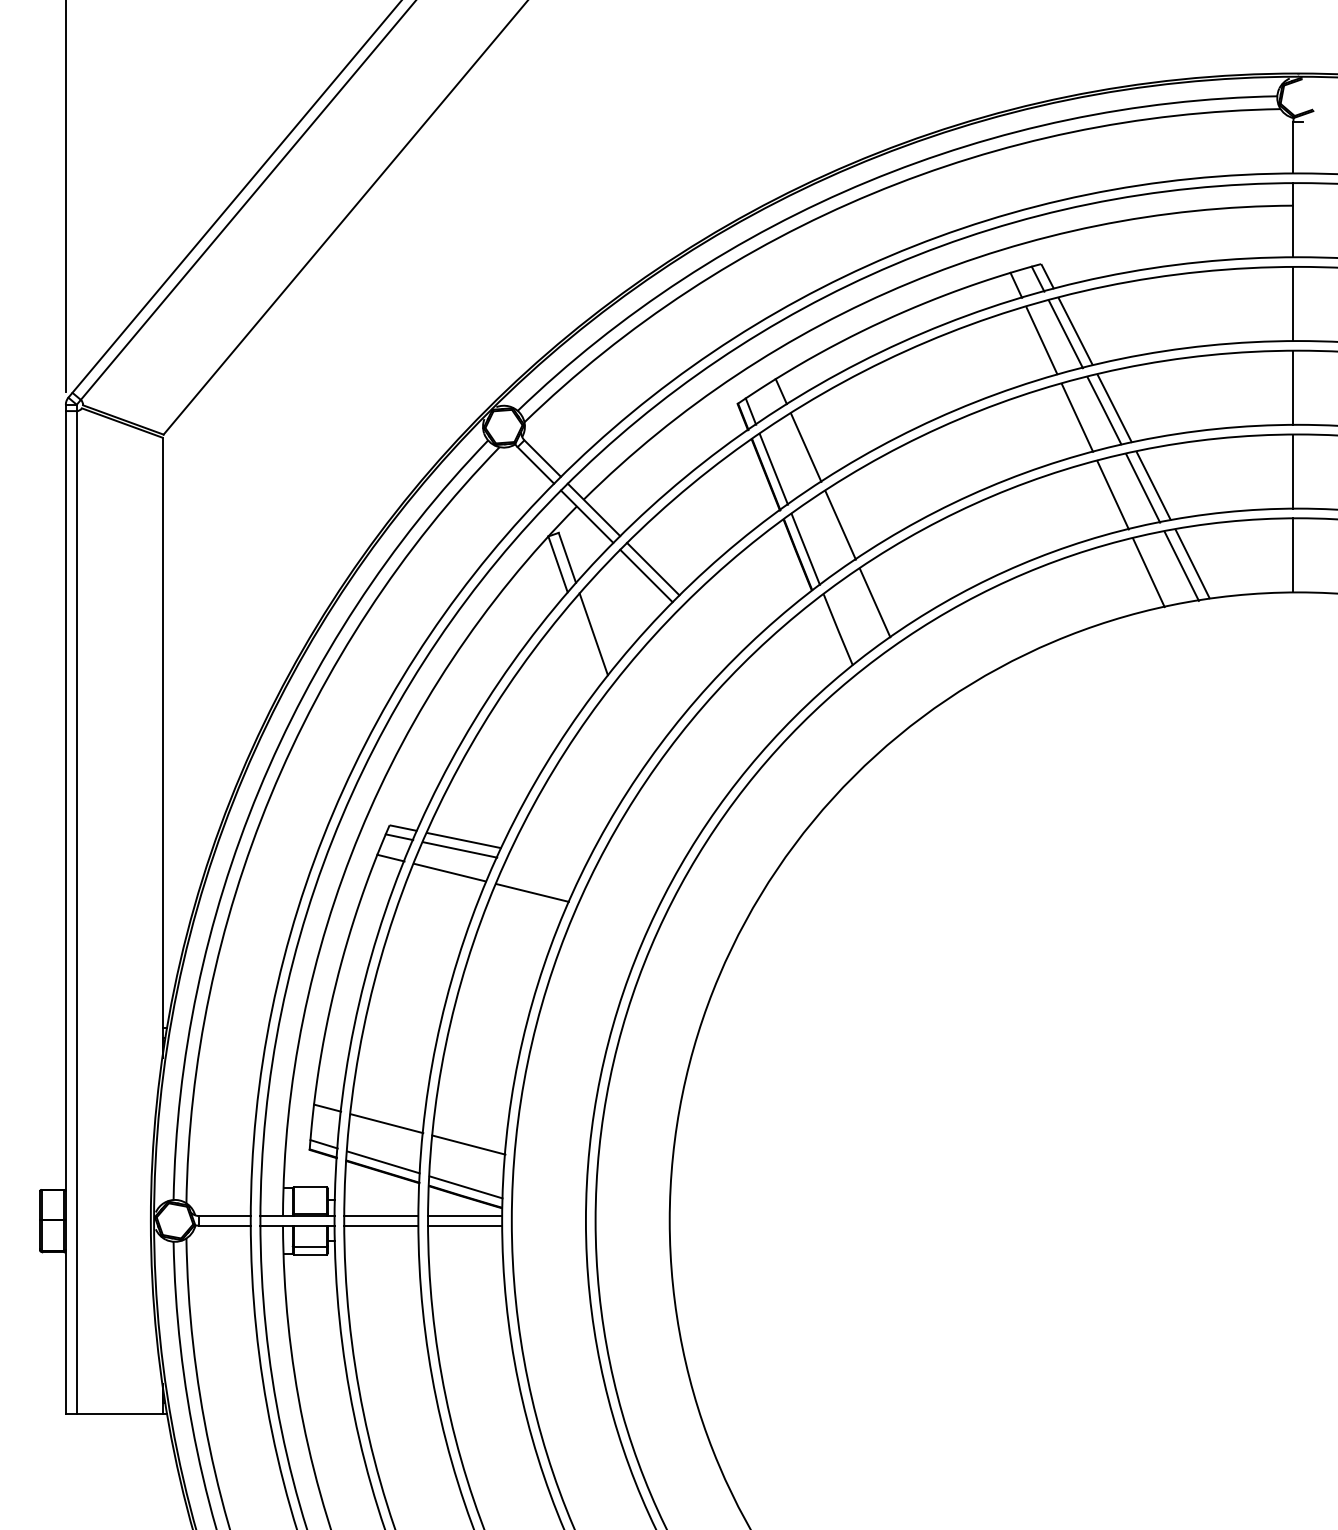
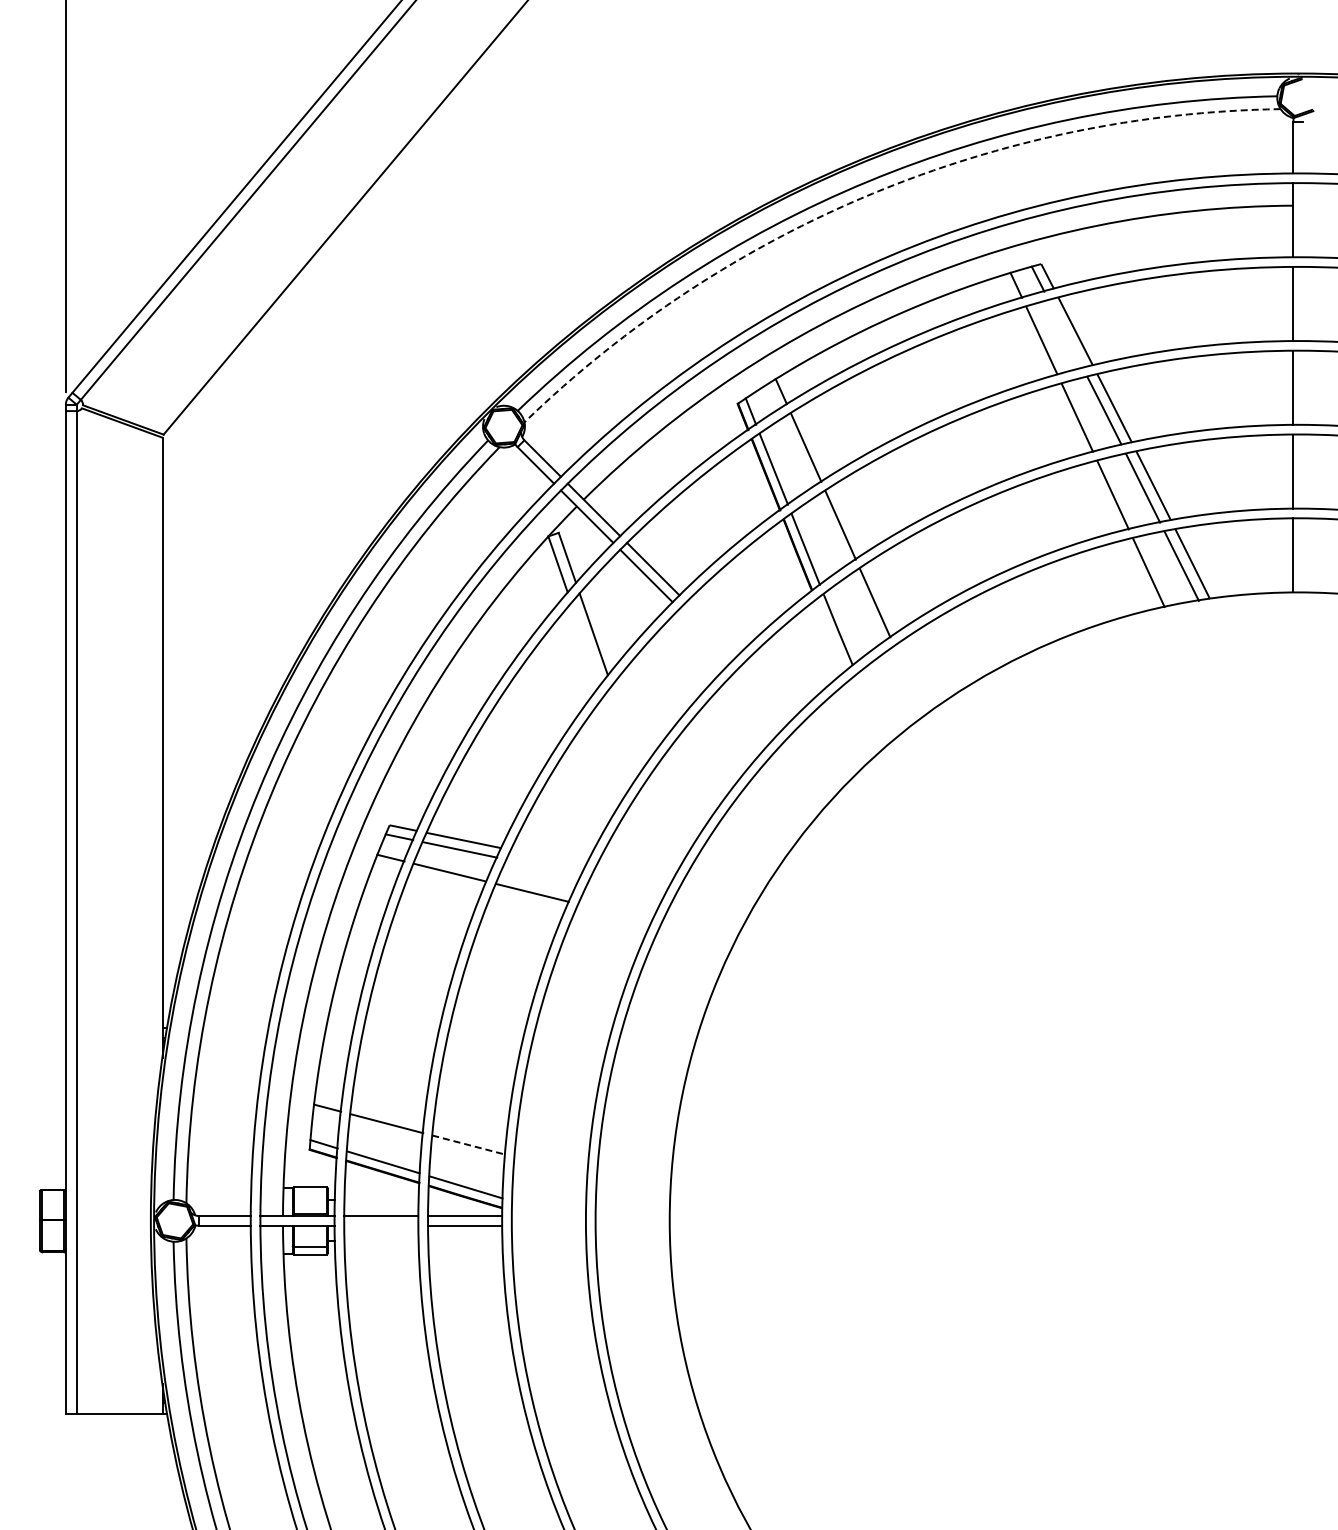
arc at (872, 193): solid -> dashed
line at (1065, 334): present -> none
line at (468, 1145): solid -> dashed
line at (381, 1225): present -> none
